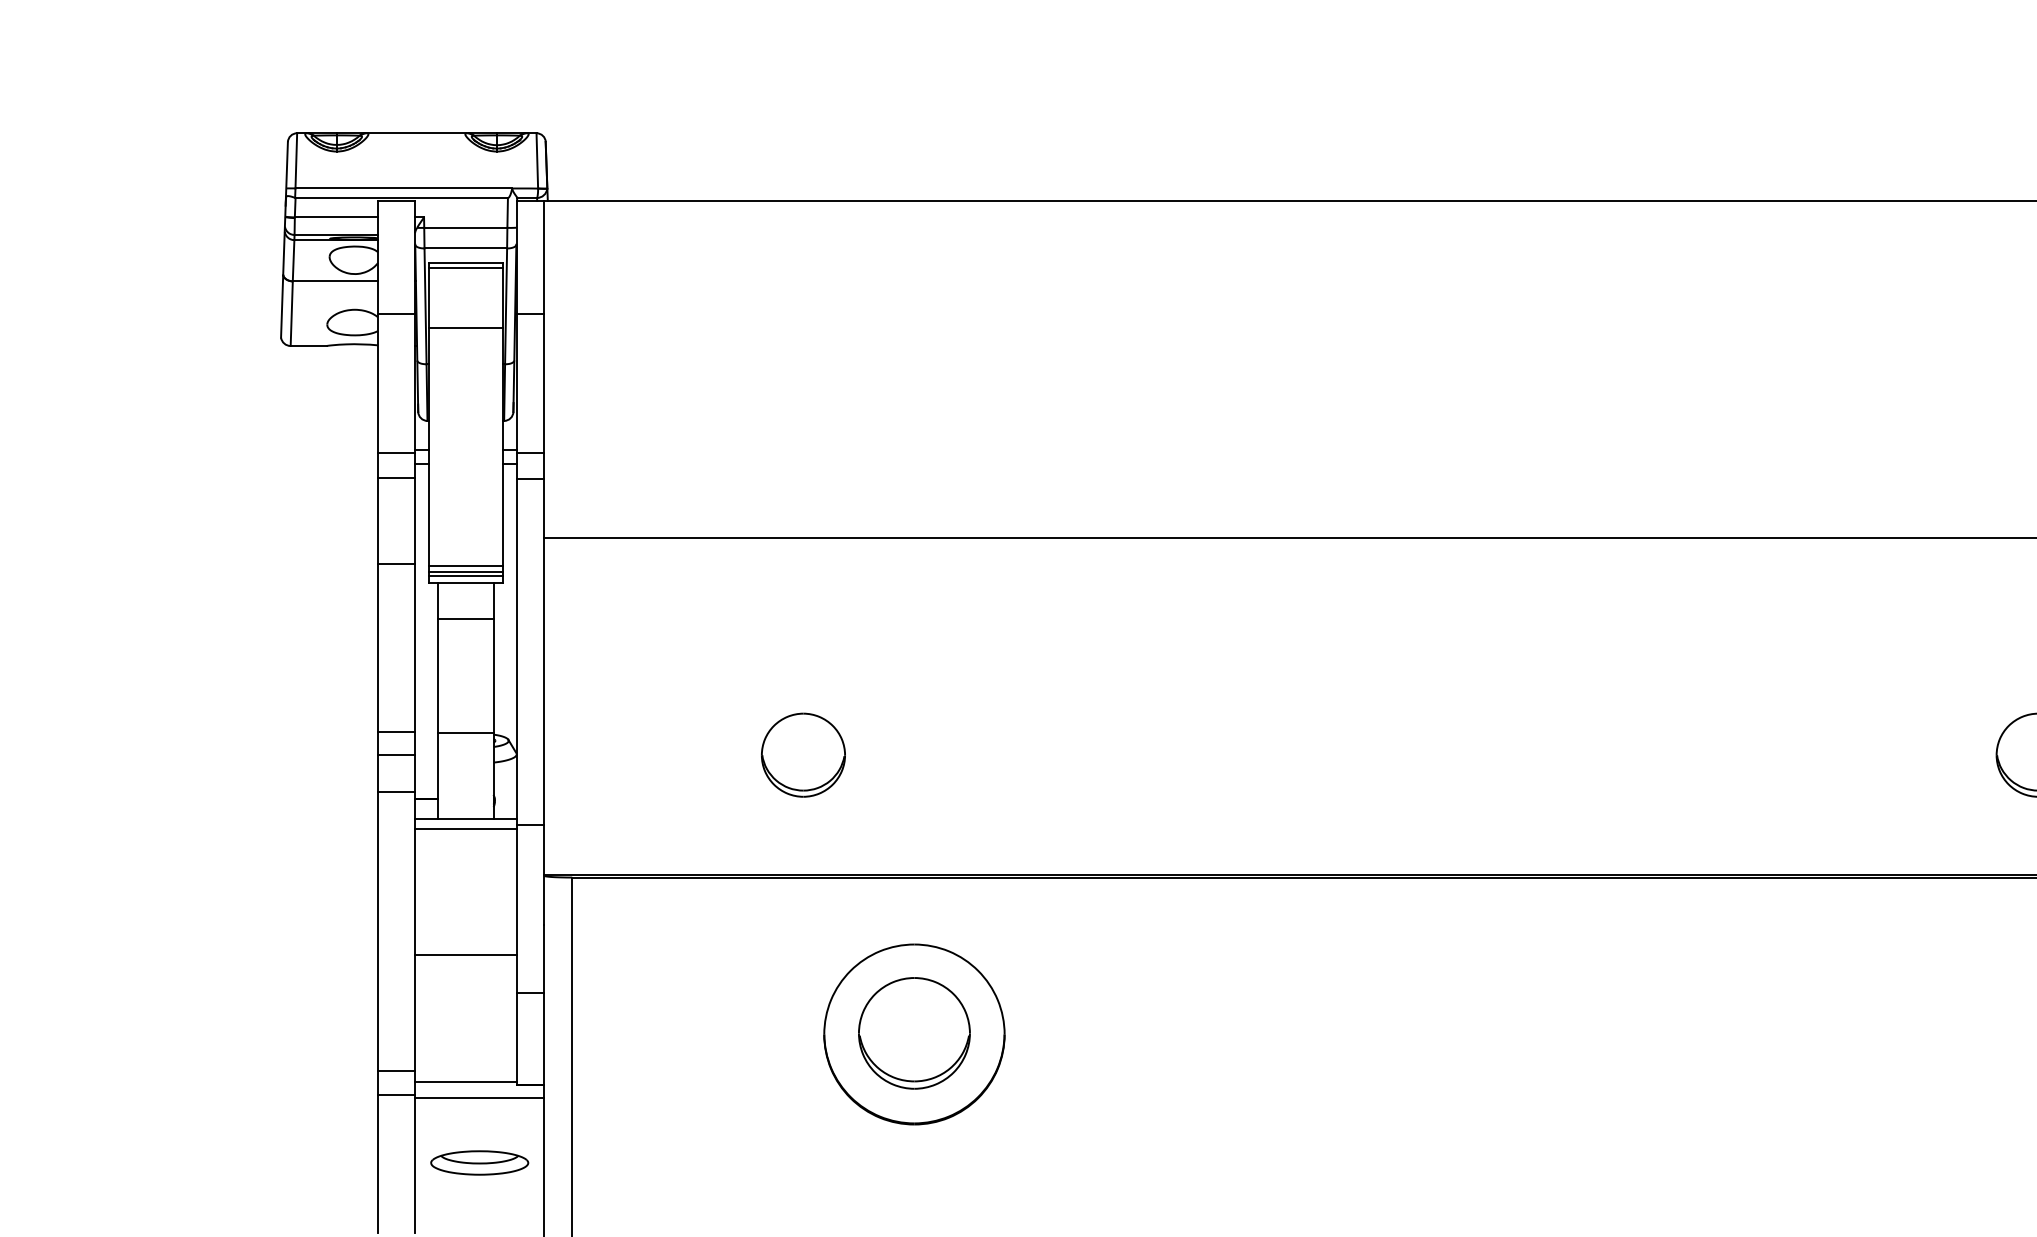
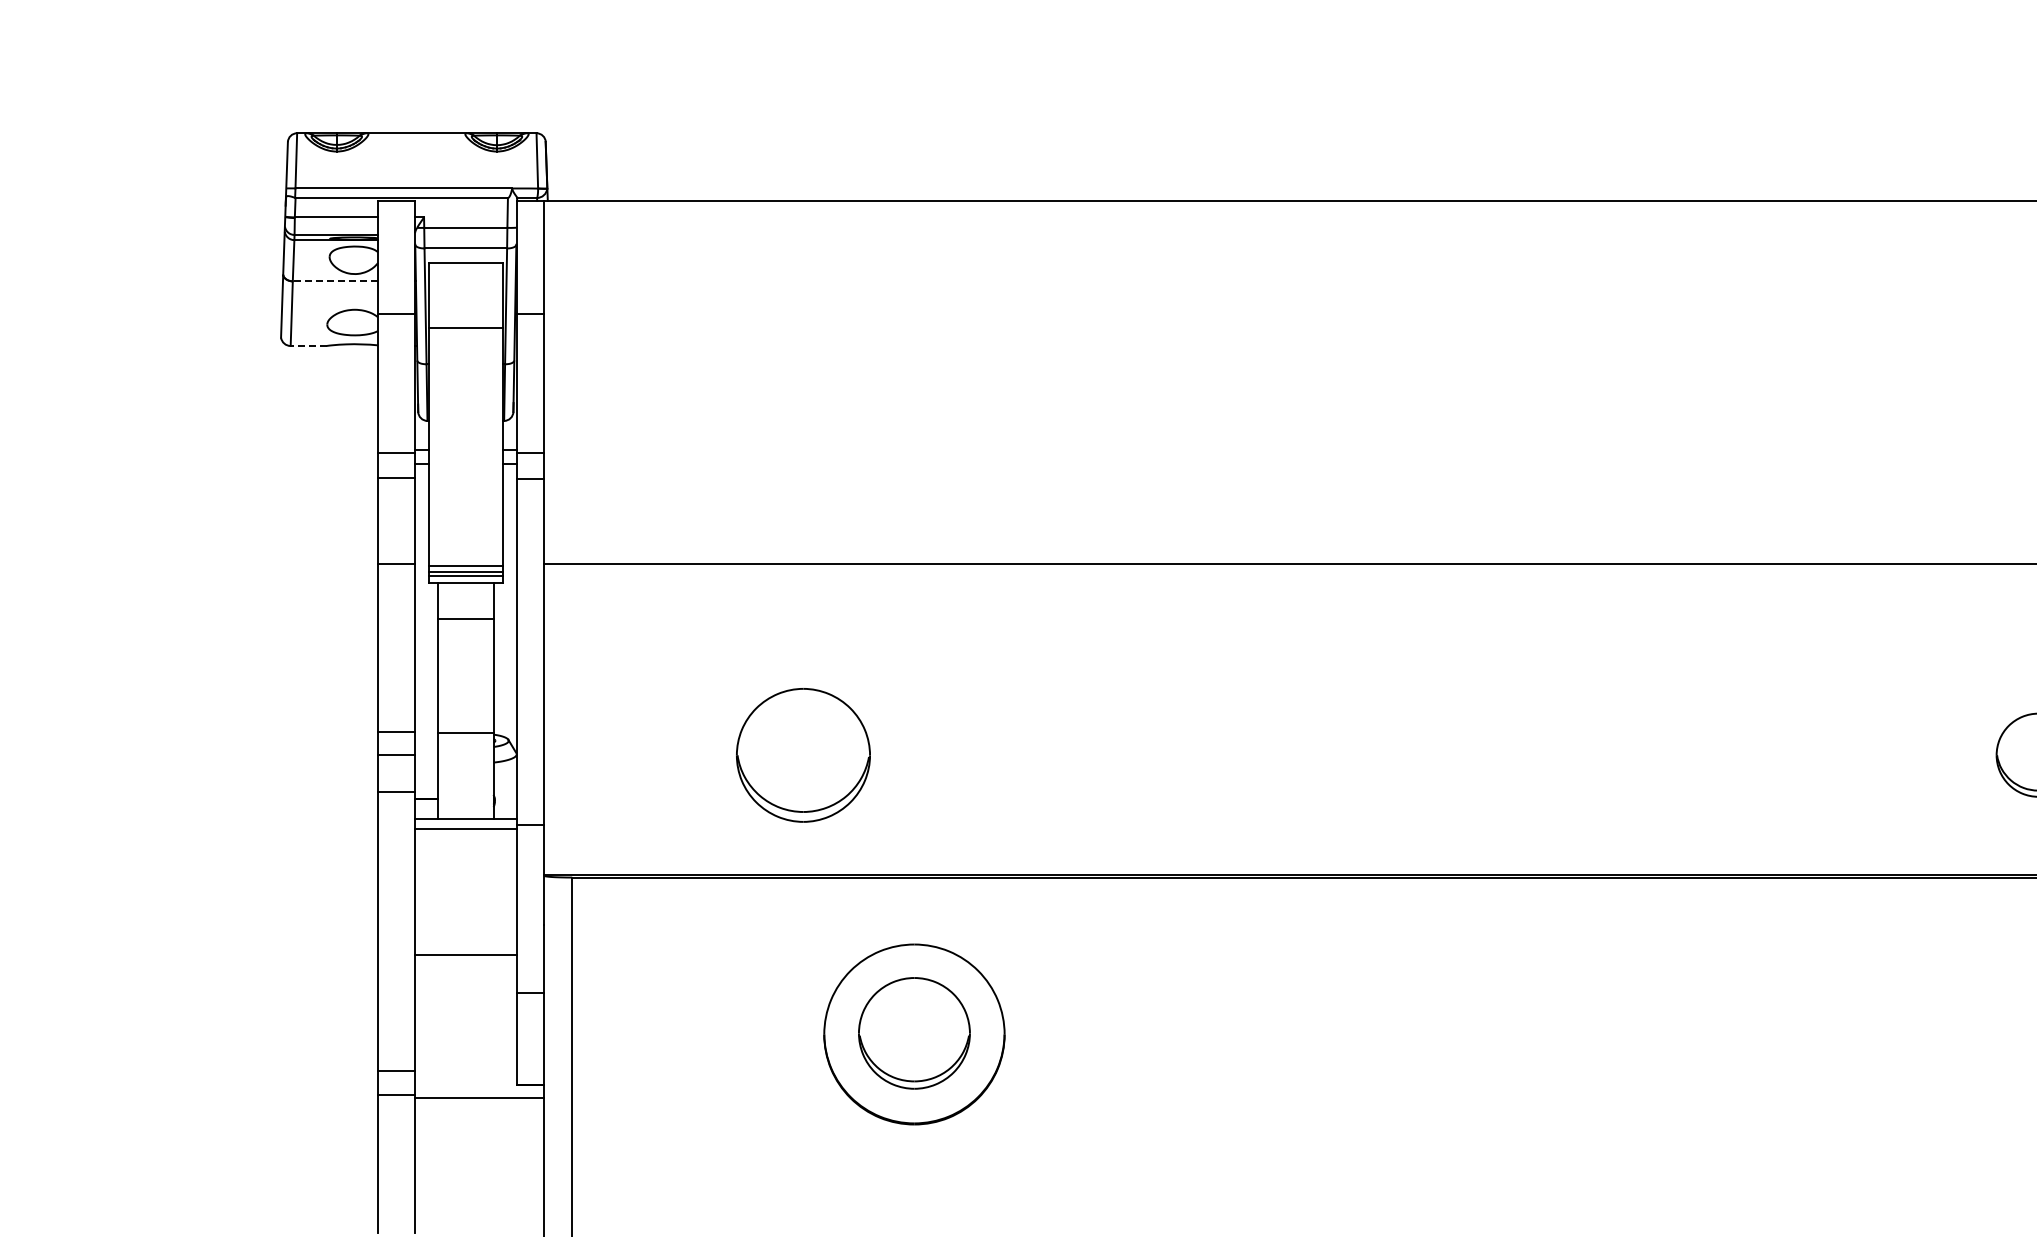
line at (465, 267): present -> none
line at (335, 281): solid -> dashed
line at (308, 346): solid -> dashed
line at (1288, 538) position: (1288, 538) -> (1288, 564)
part at (803, 754) size: 85x86 px -> 135x135 px
line at (465, 1081): present -> none
part at (479, 1162): present -> none
